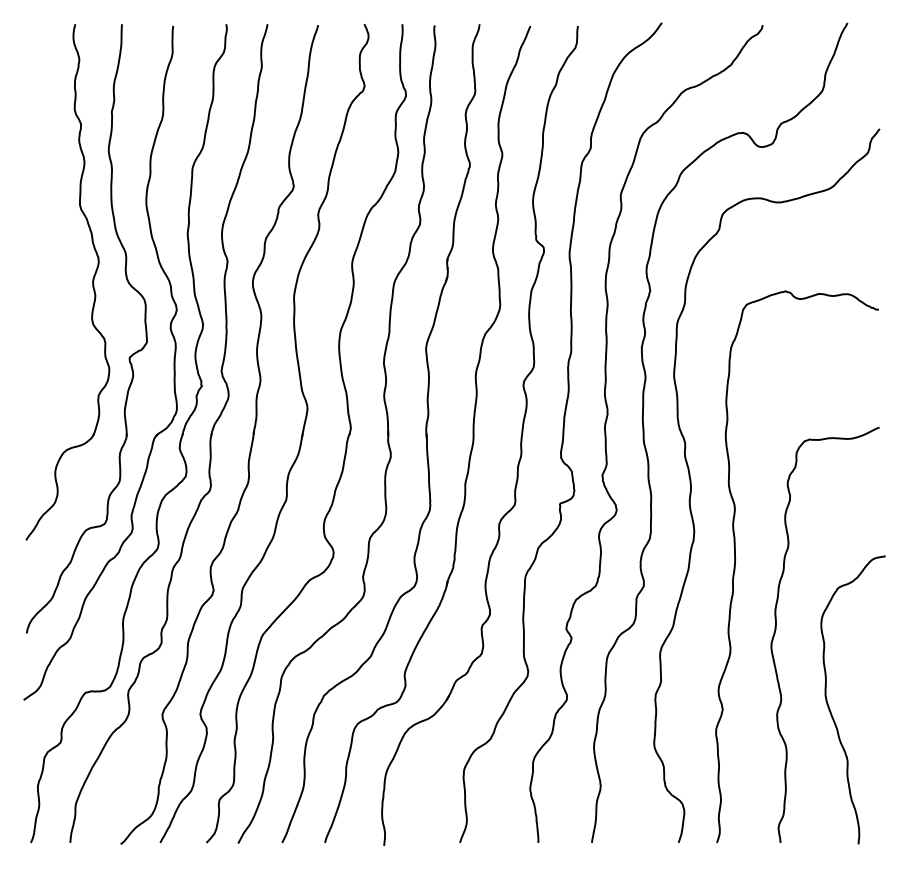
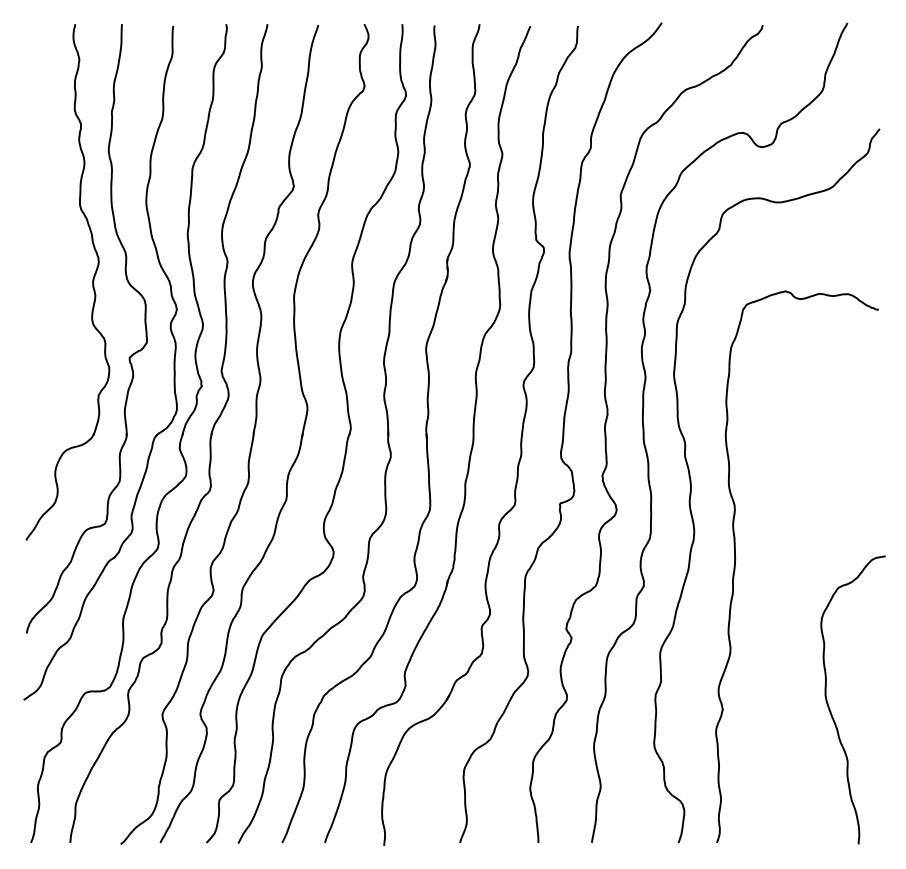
curve at (776, 630): present -> none
